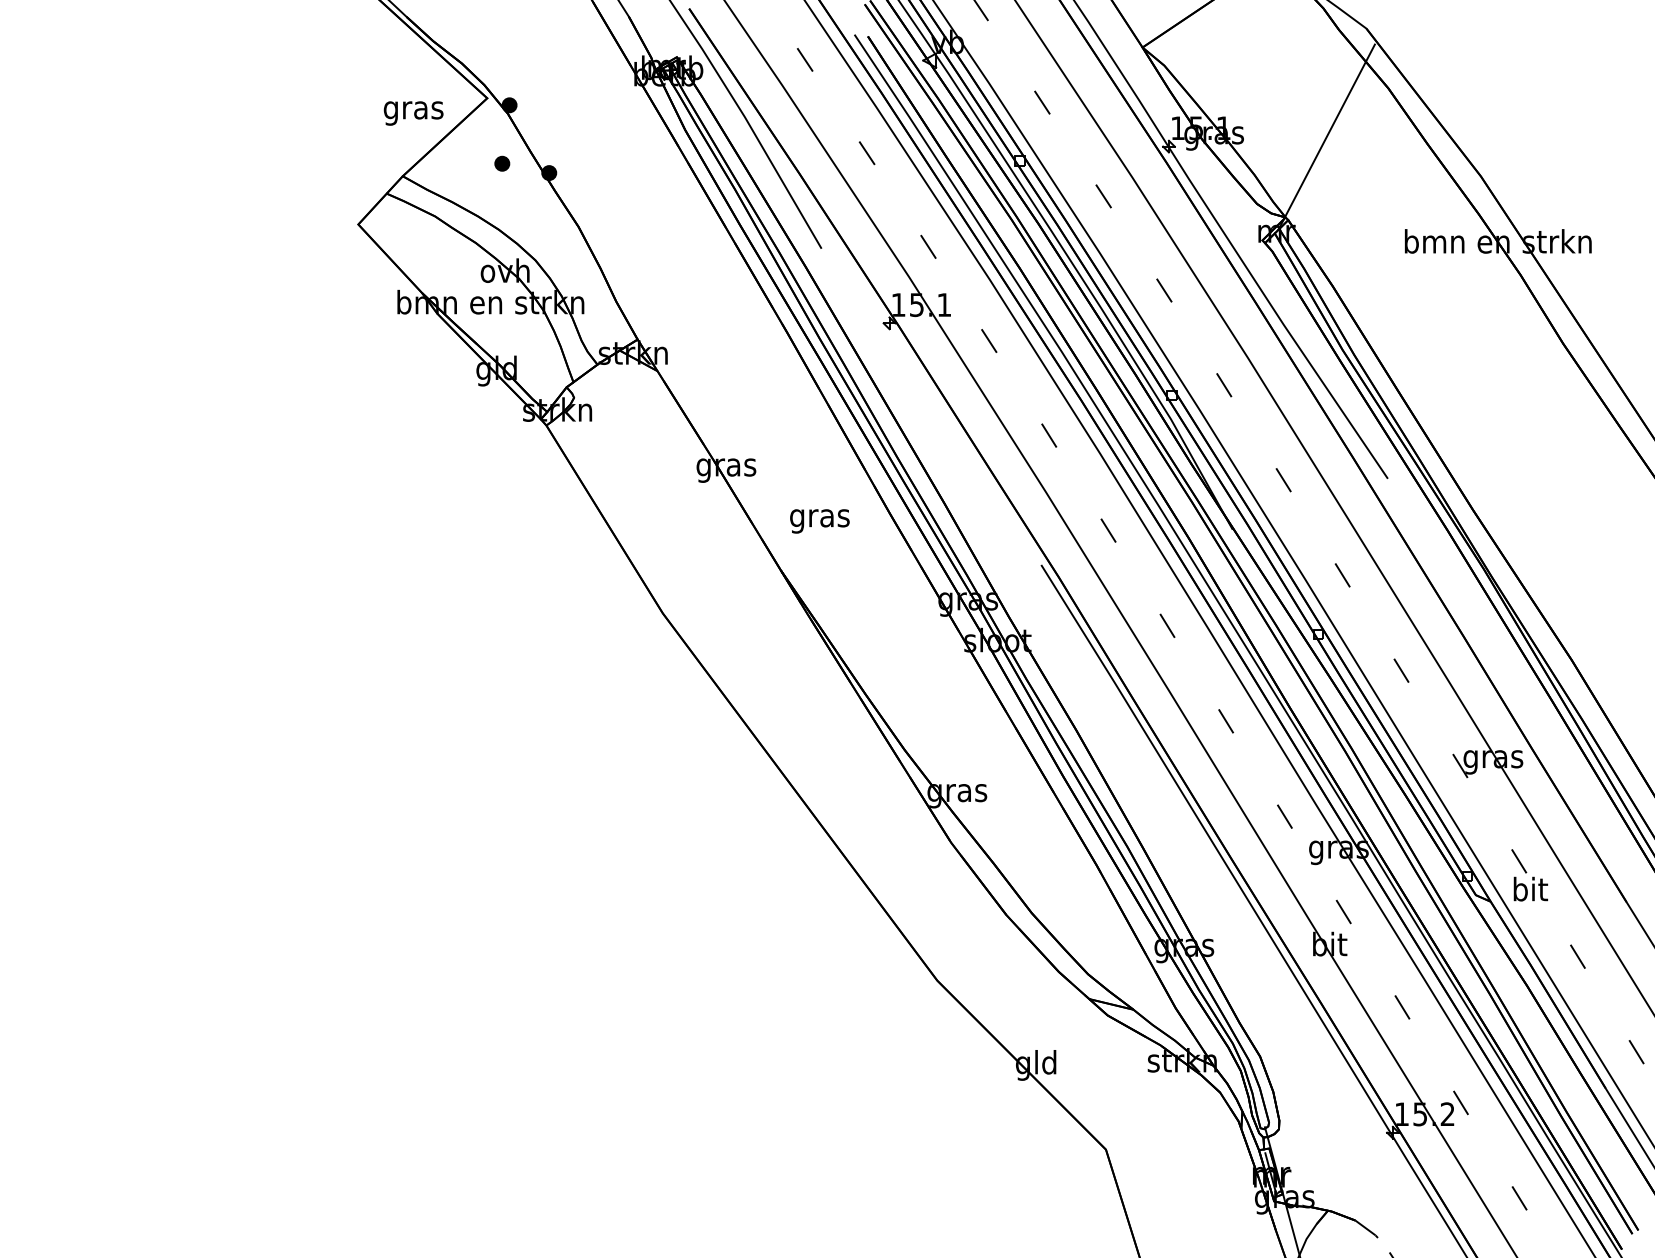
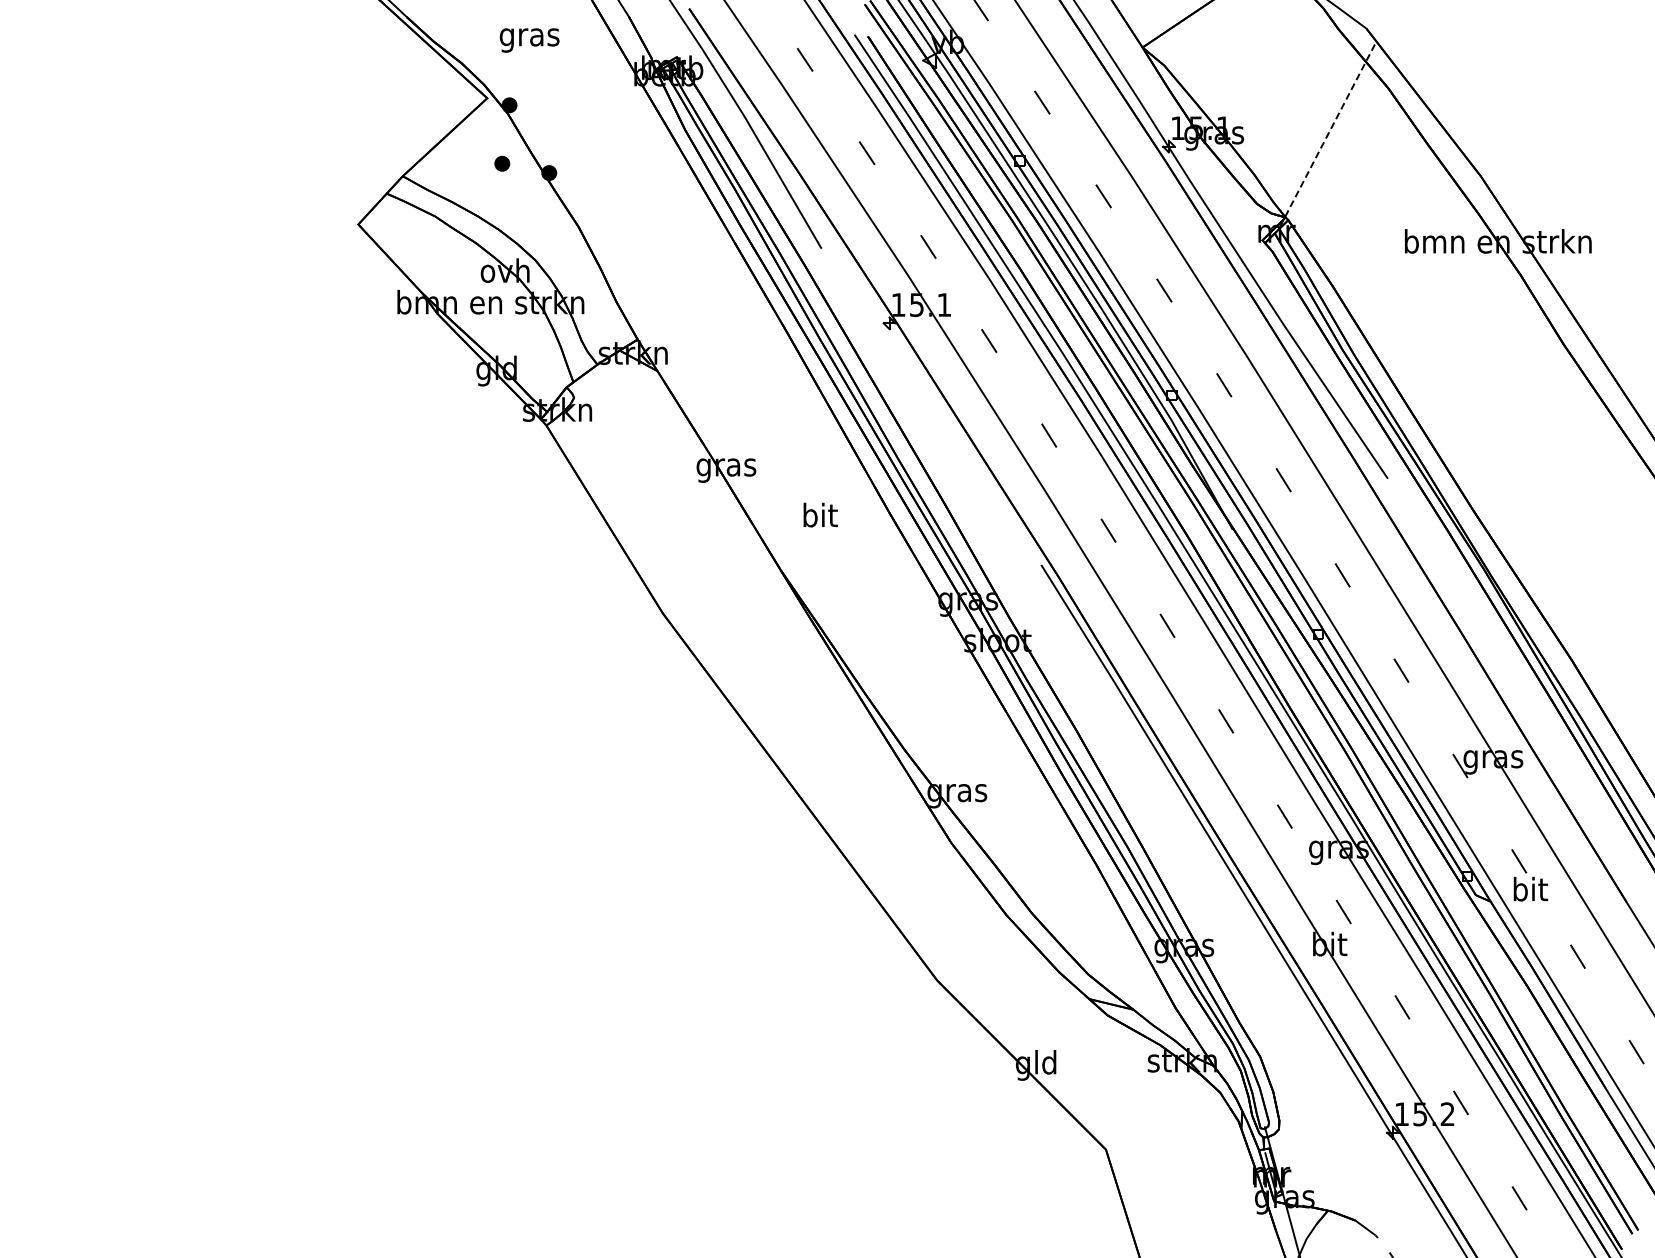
text at (413, 113) position: (413, 113) -> (529, 40)
line at (1326, 137): solid -> dashed
text at (819, 517): gras -> bit
